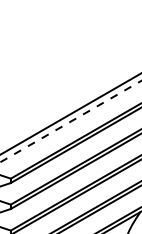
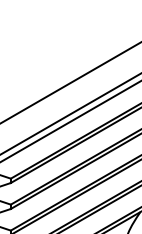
line at (70, 82): none -> present
line at (70, 121): dashed -> solid
